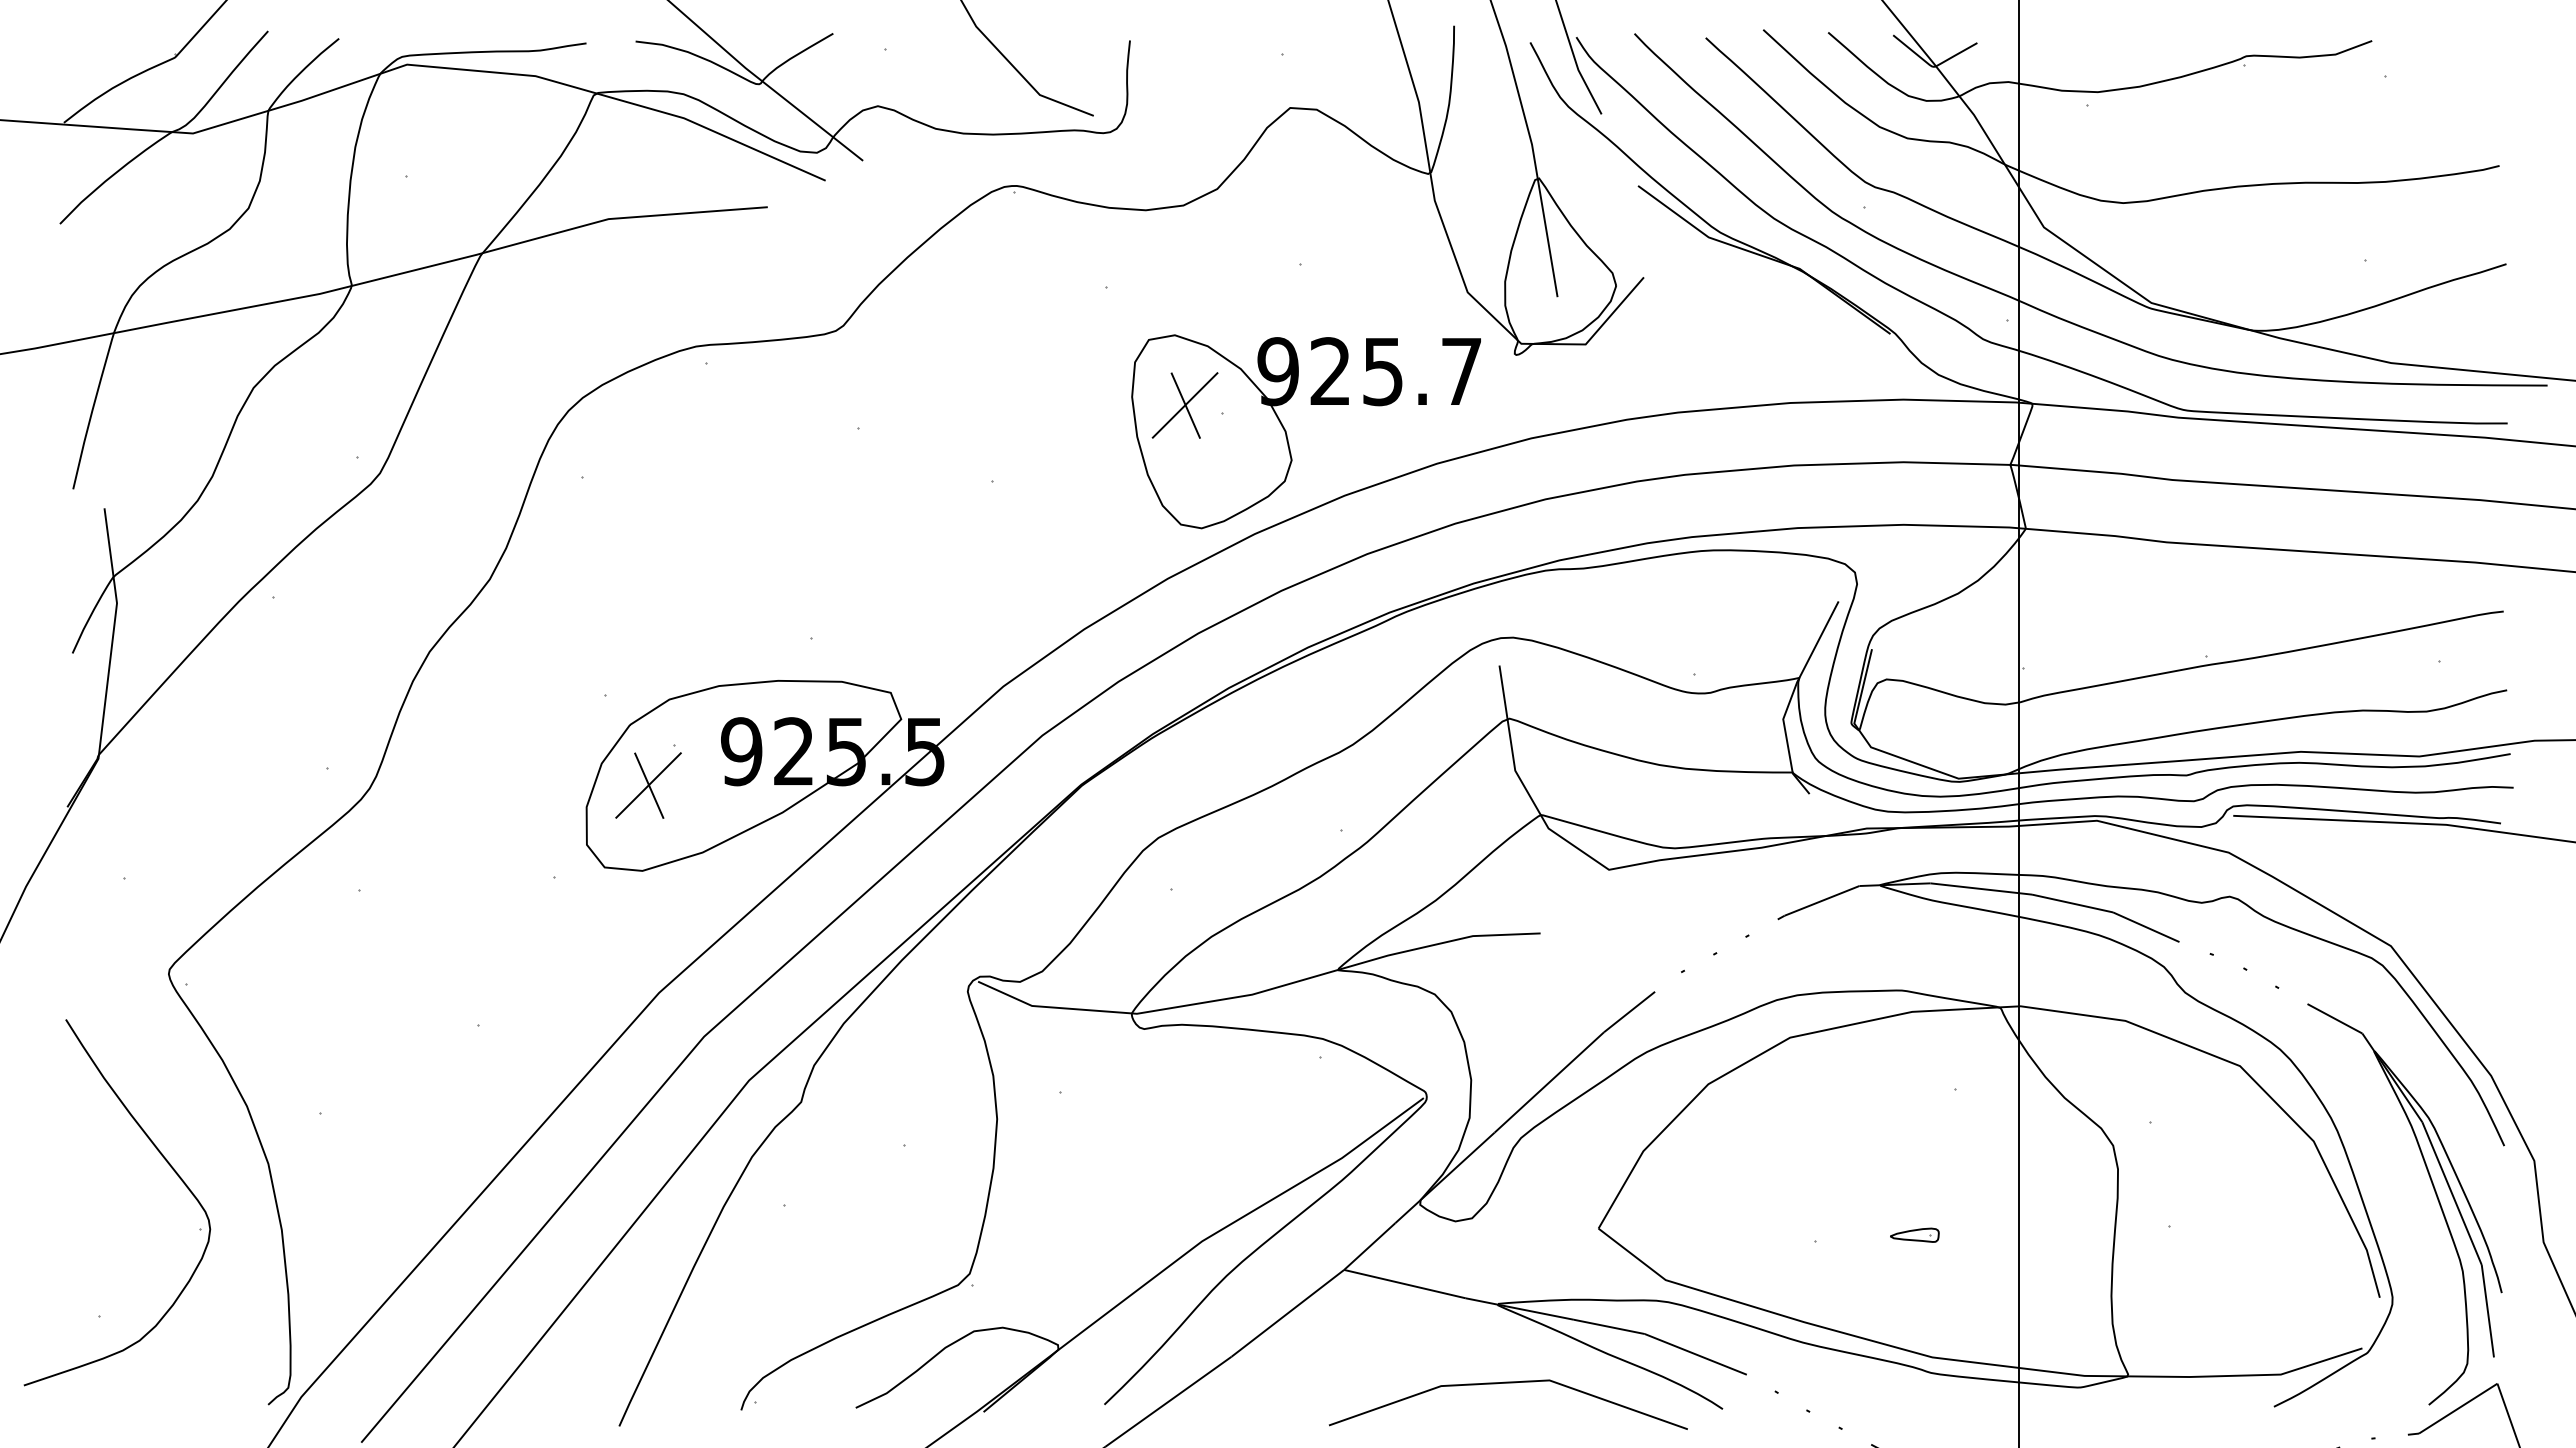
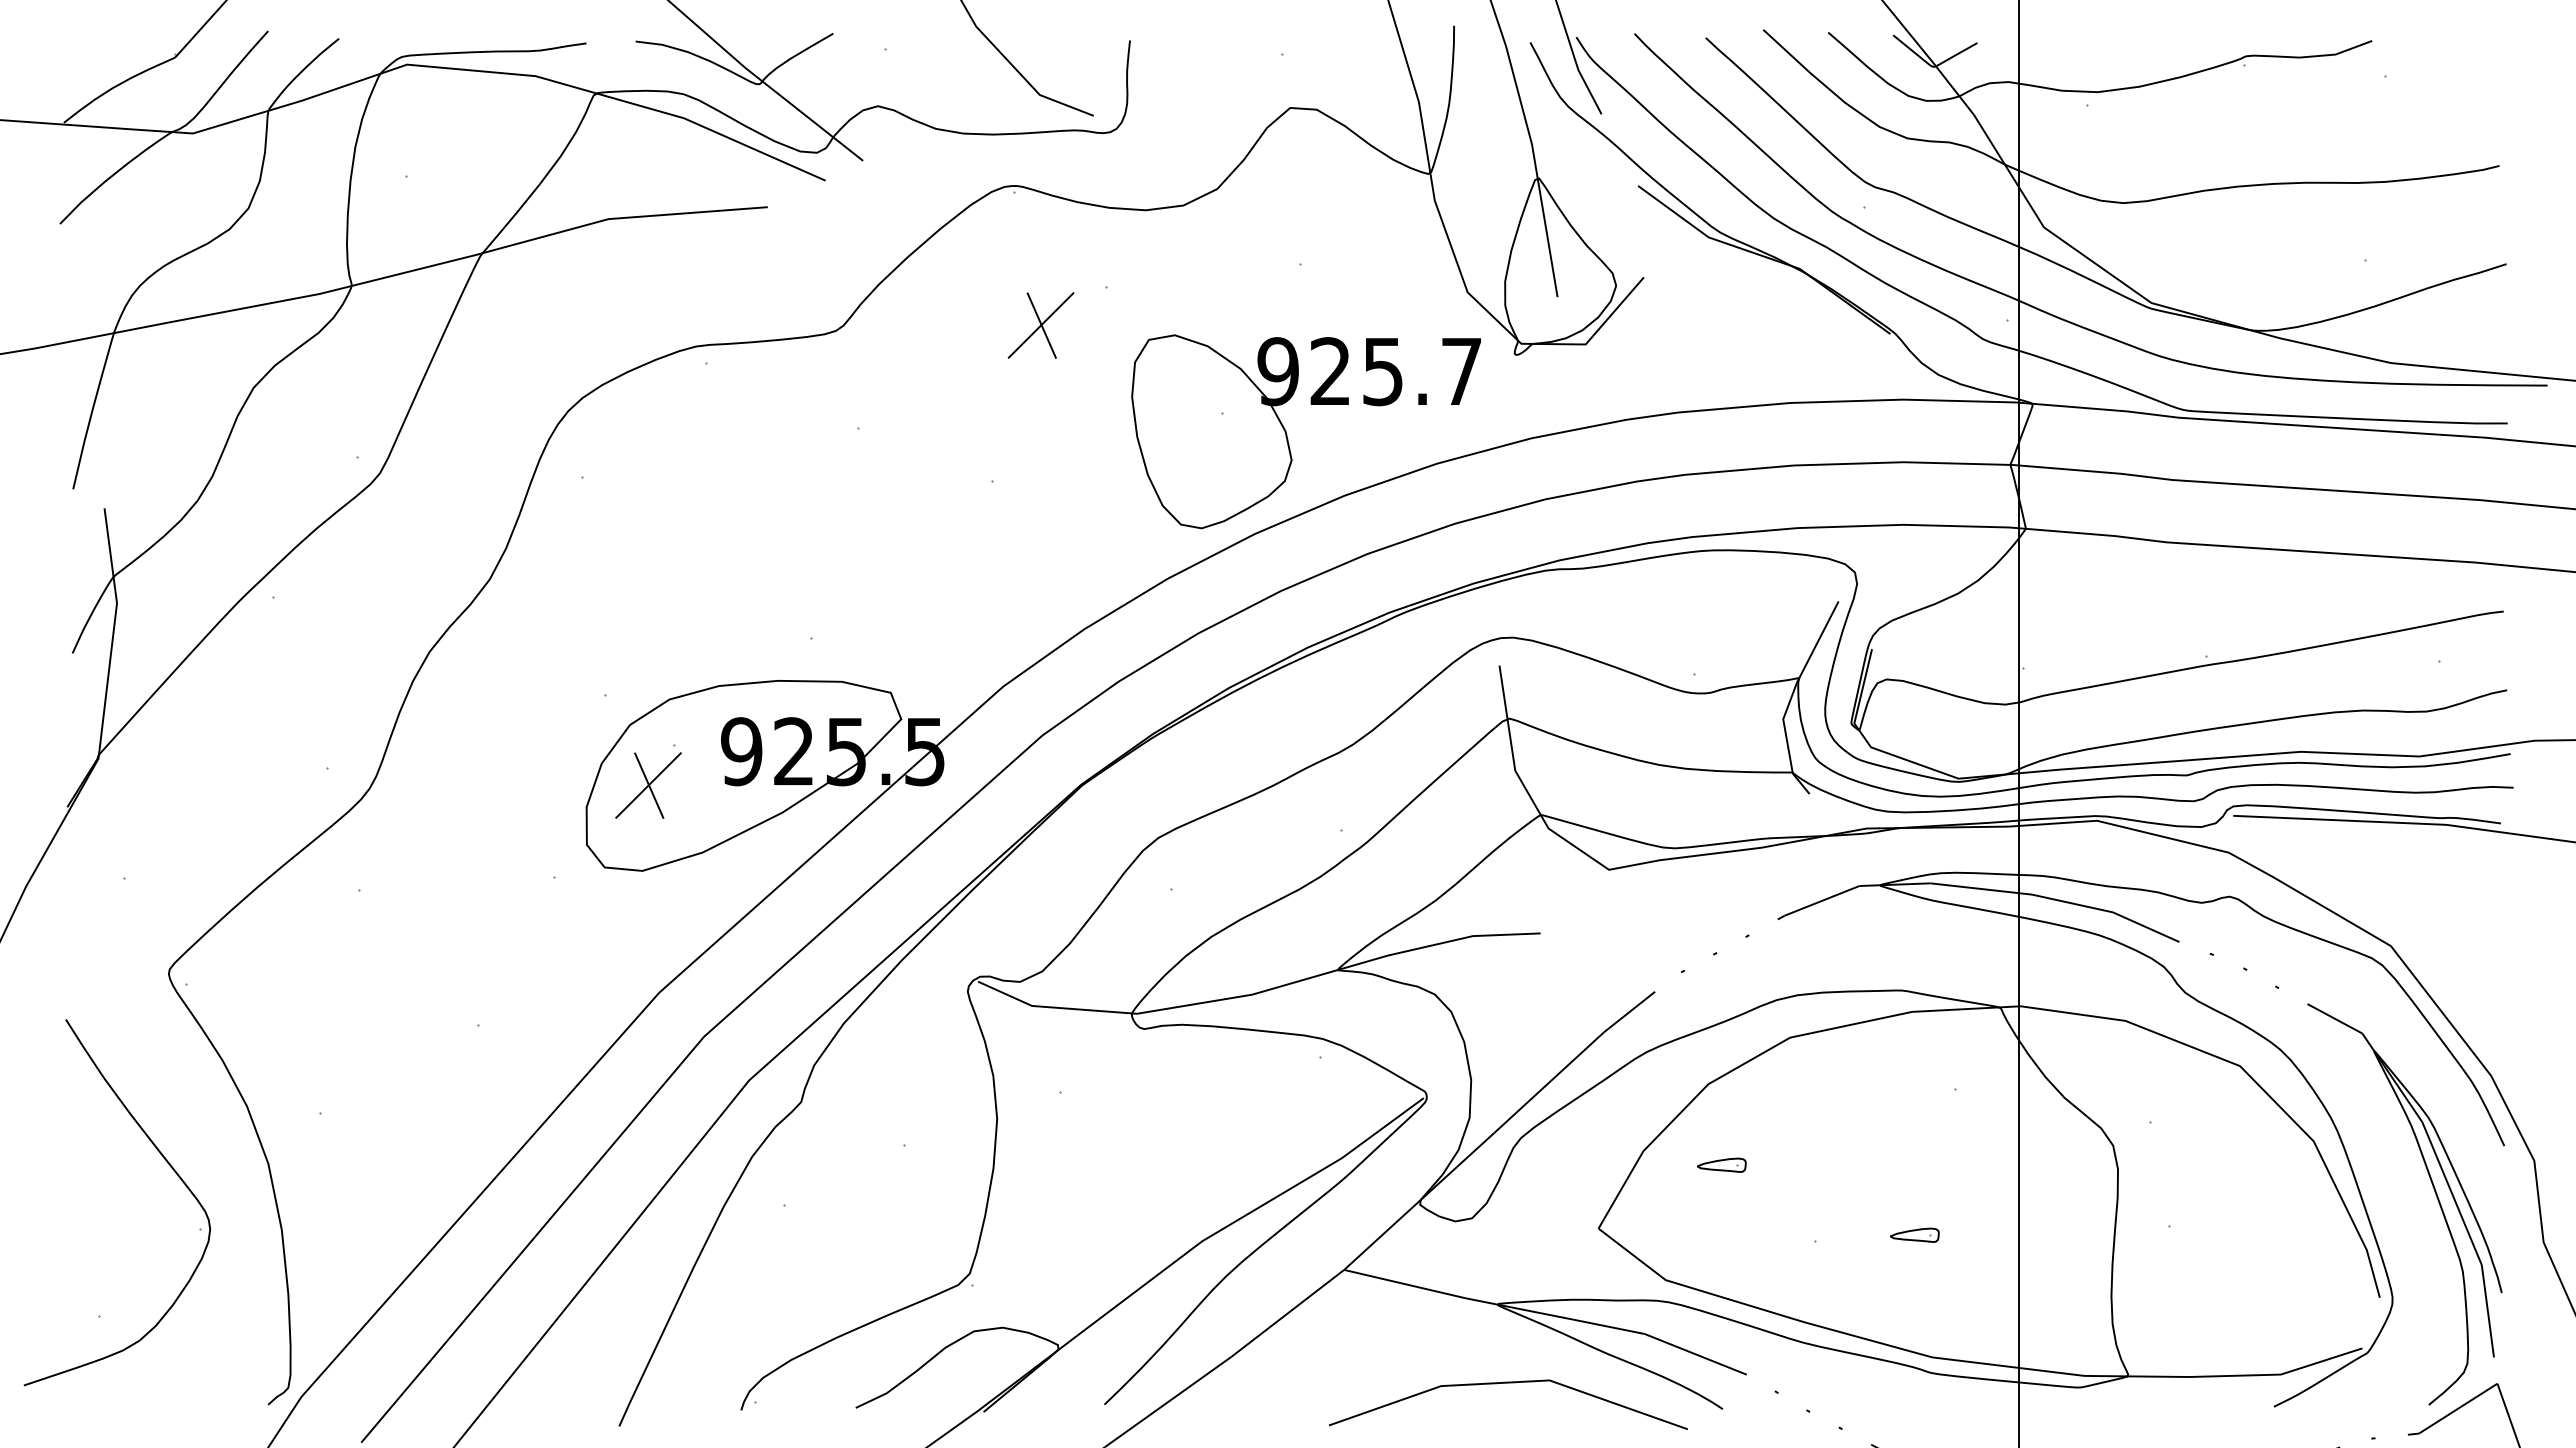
part at (1184, 405) position: (1184, 405) -> (1040, 325)
part at (1721, 1164): none -> present
